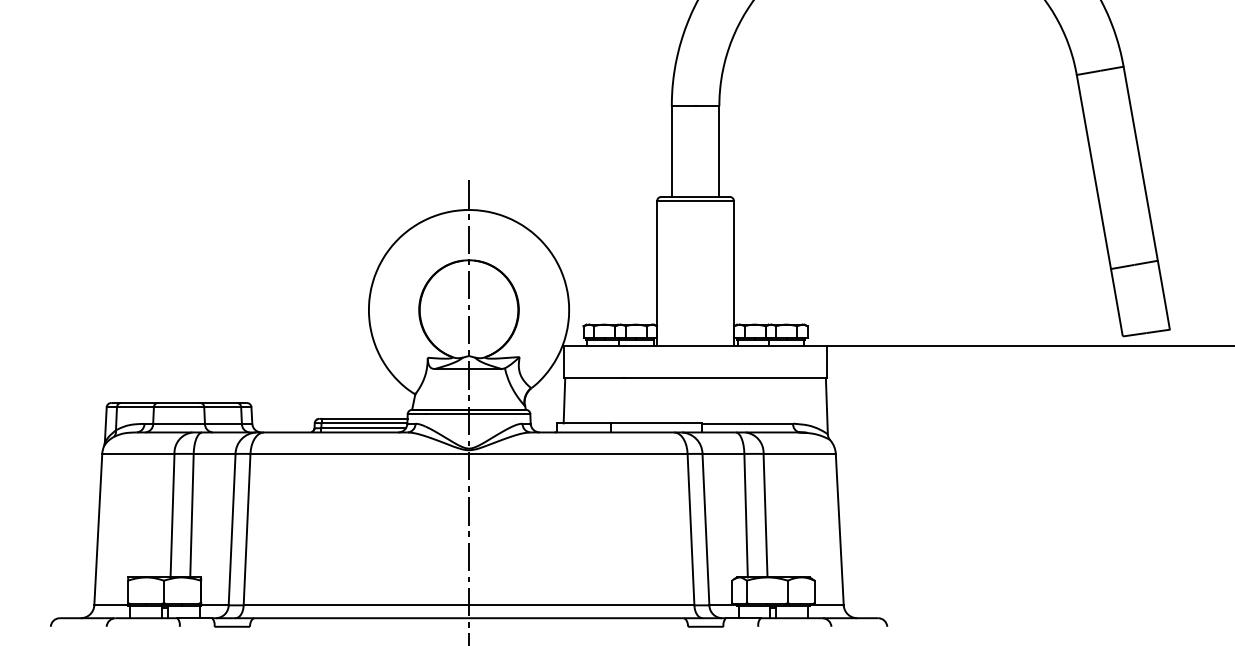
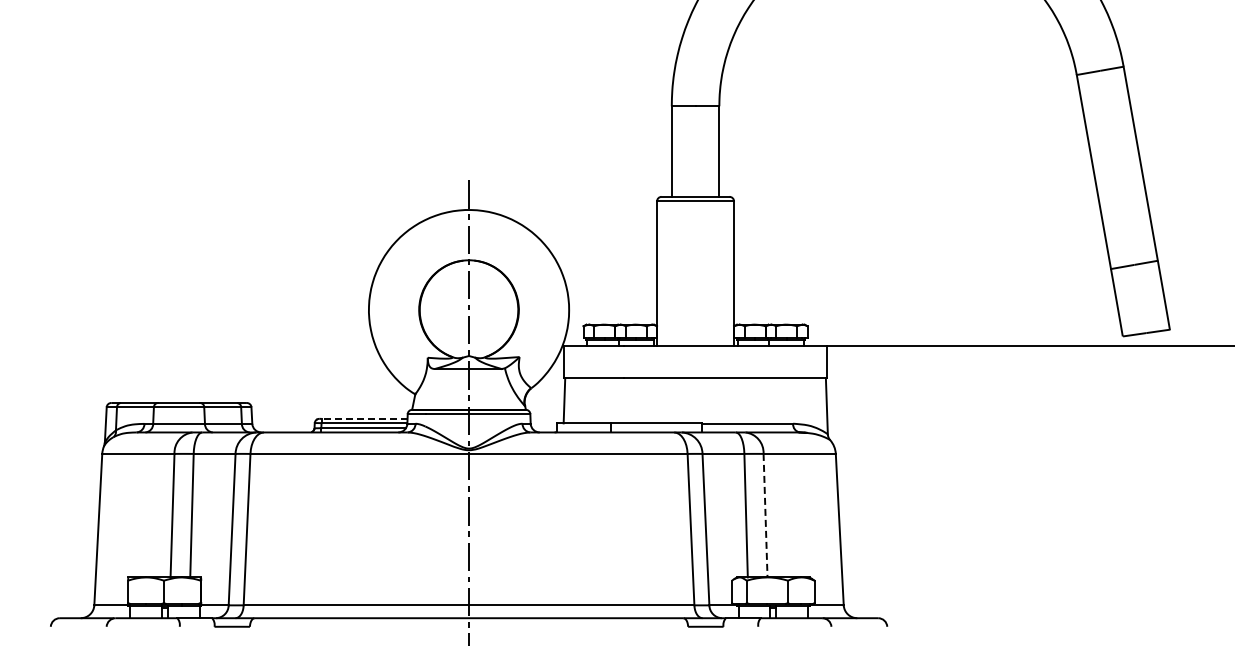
line at (364, 418): solid -> dashed
line at (765, 515): solid -> dashed
